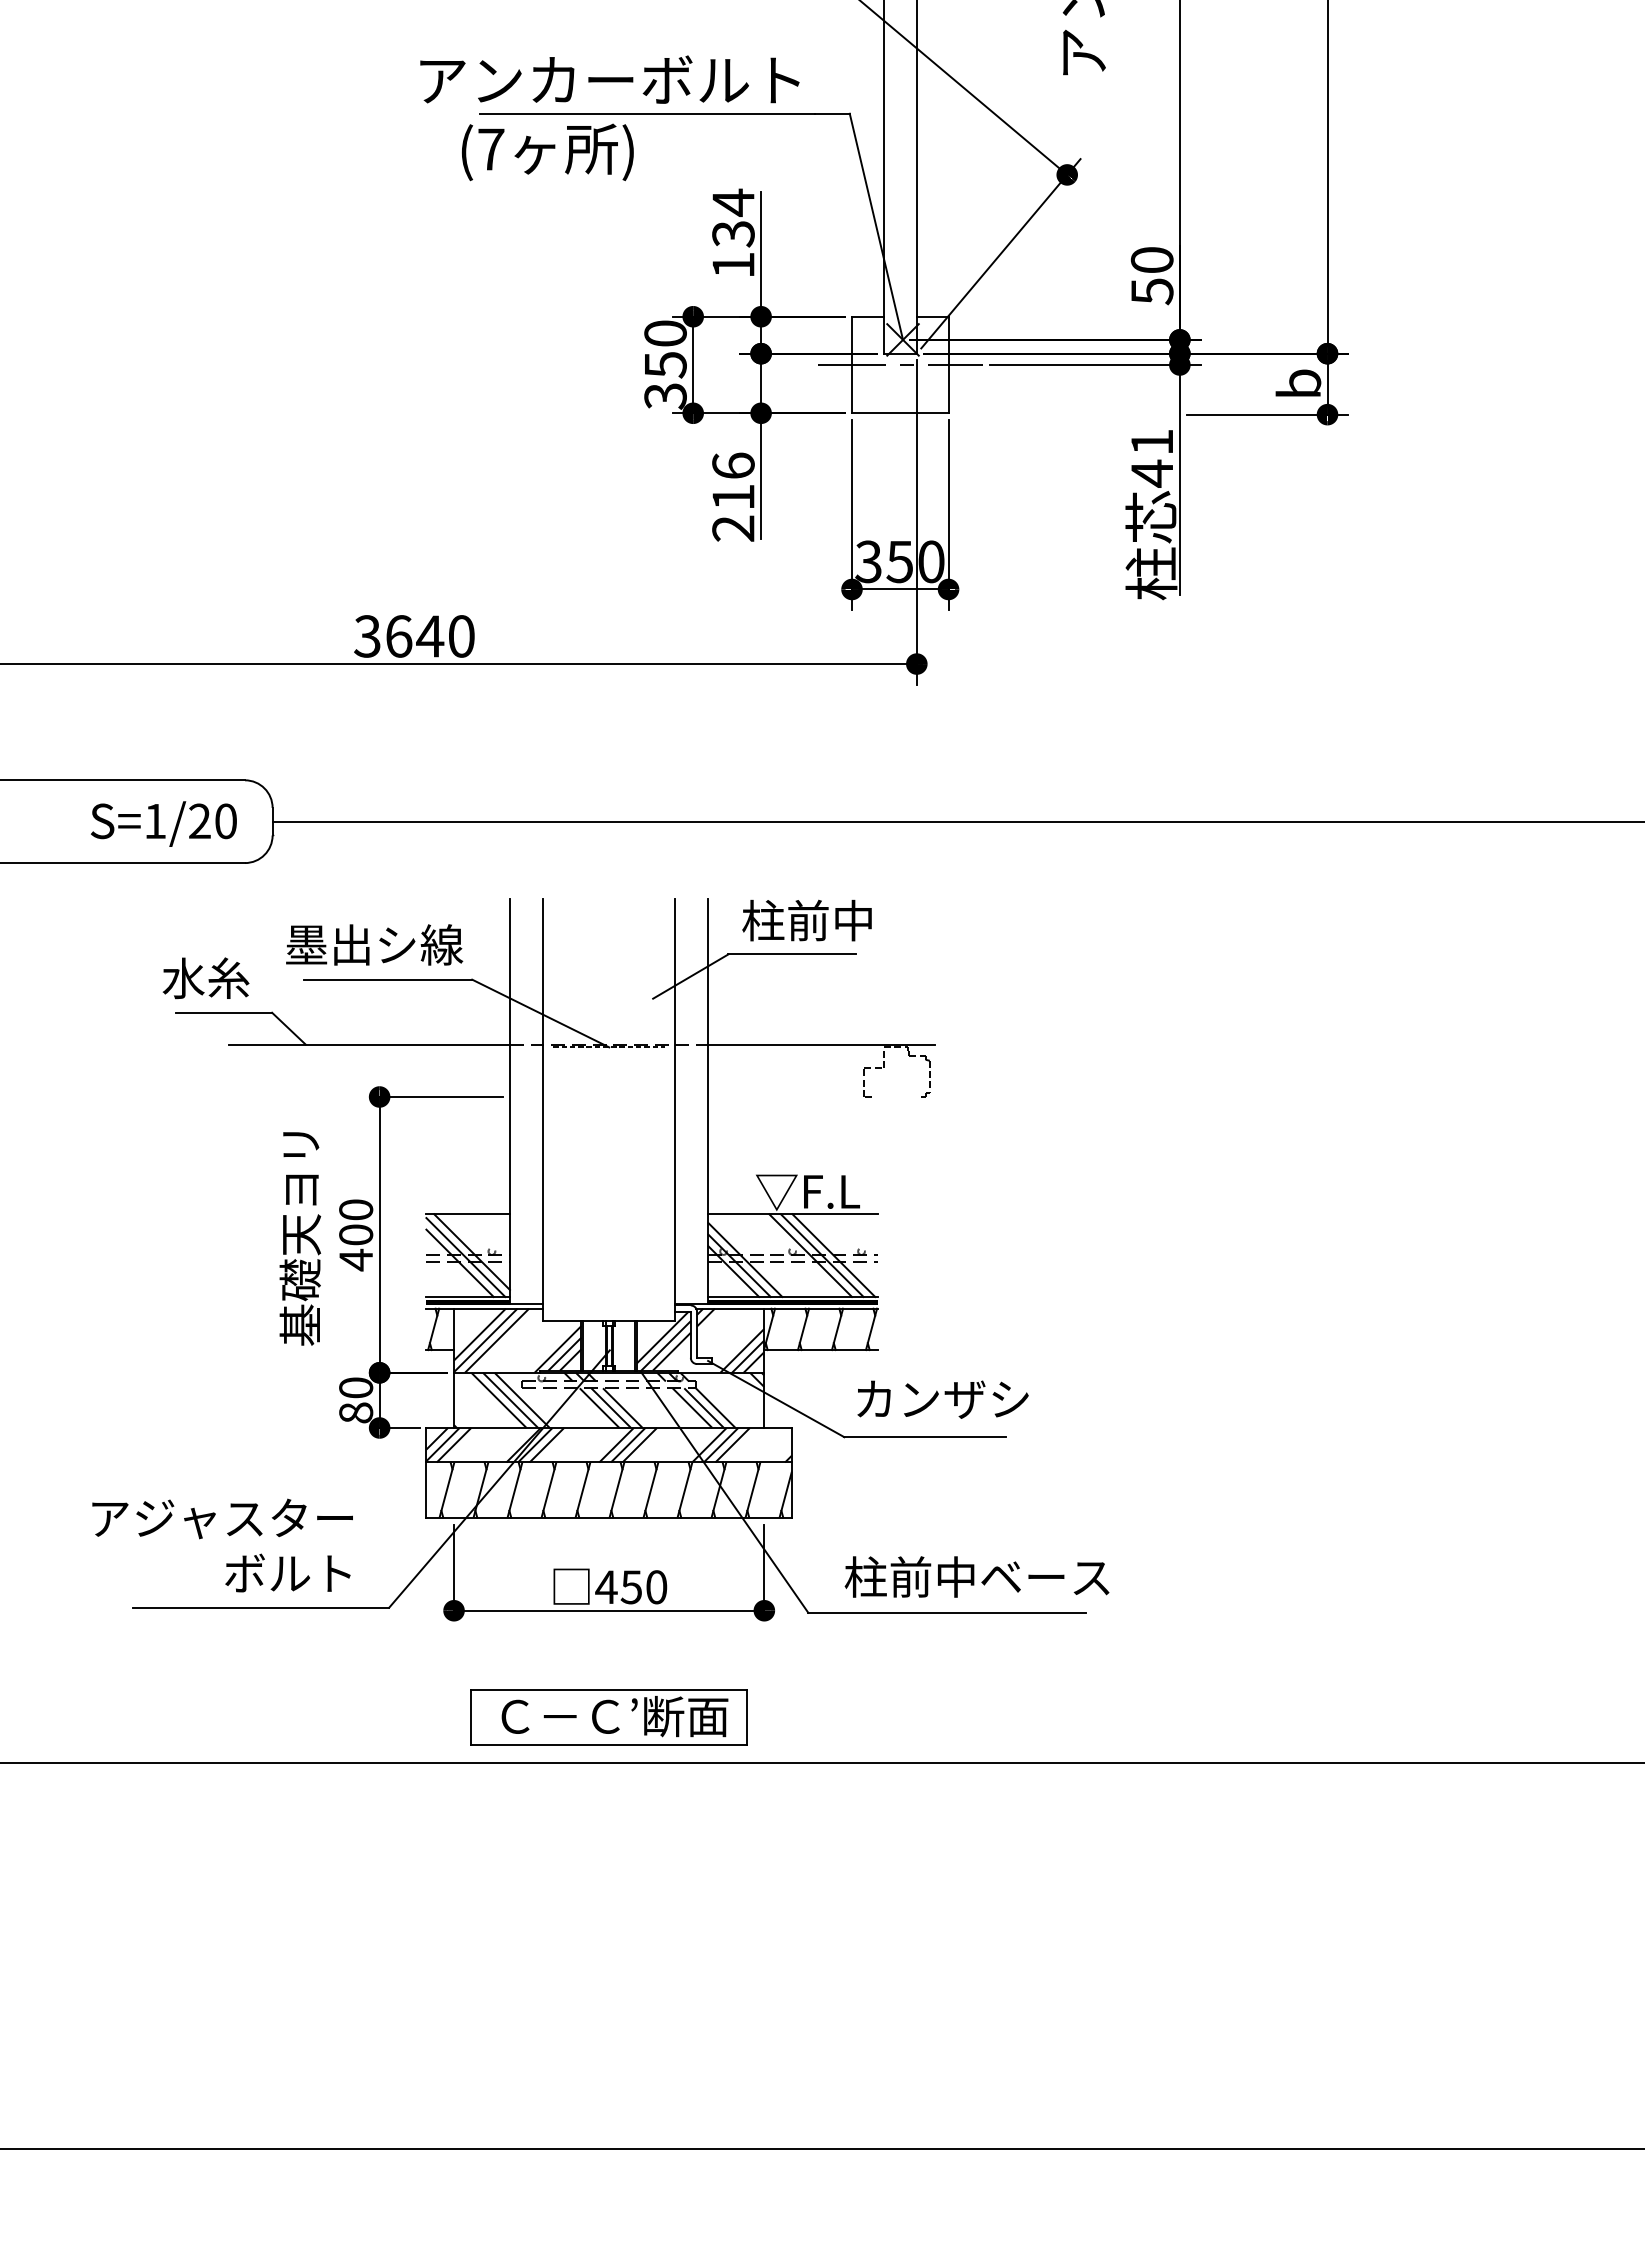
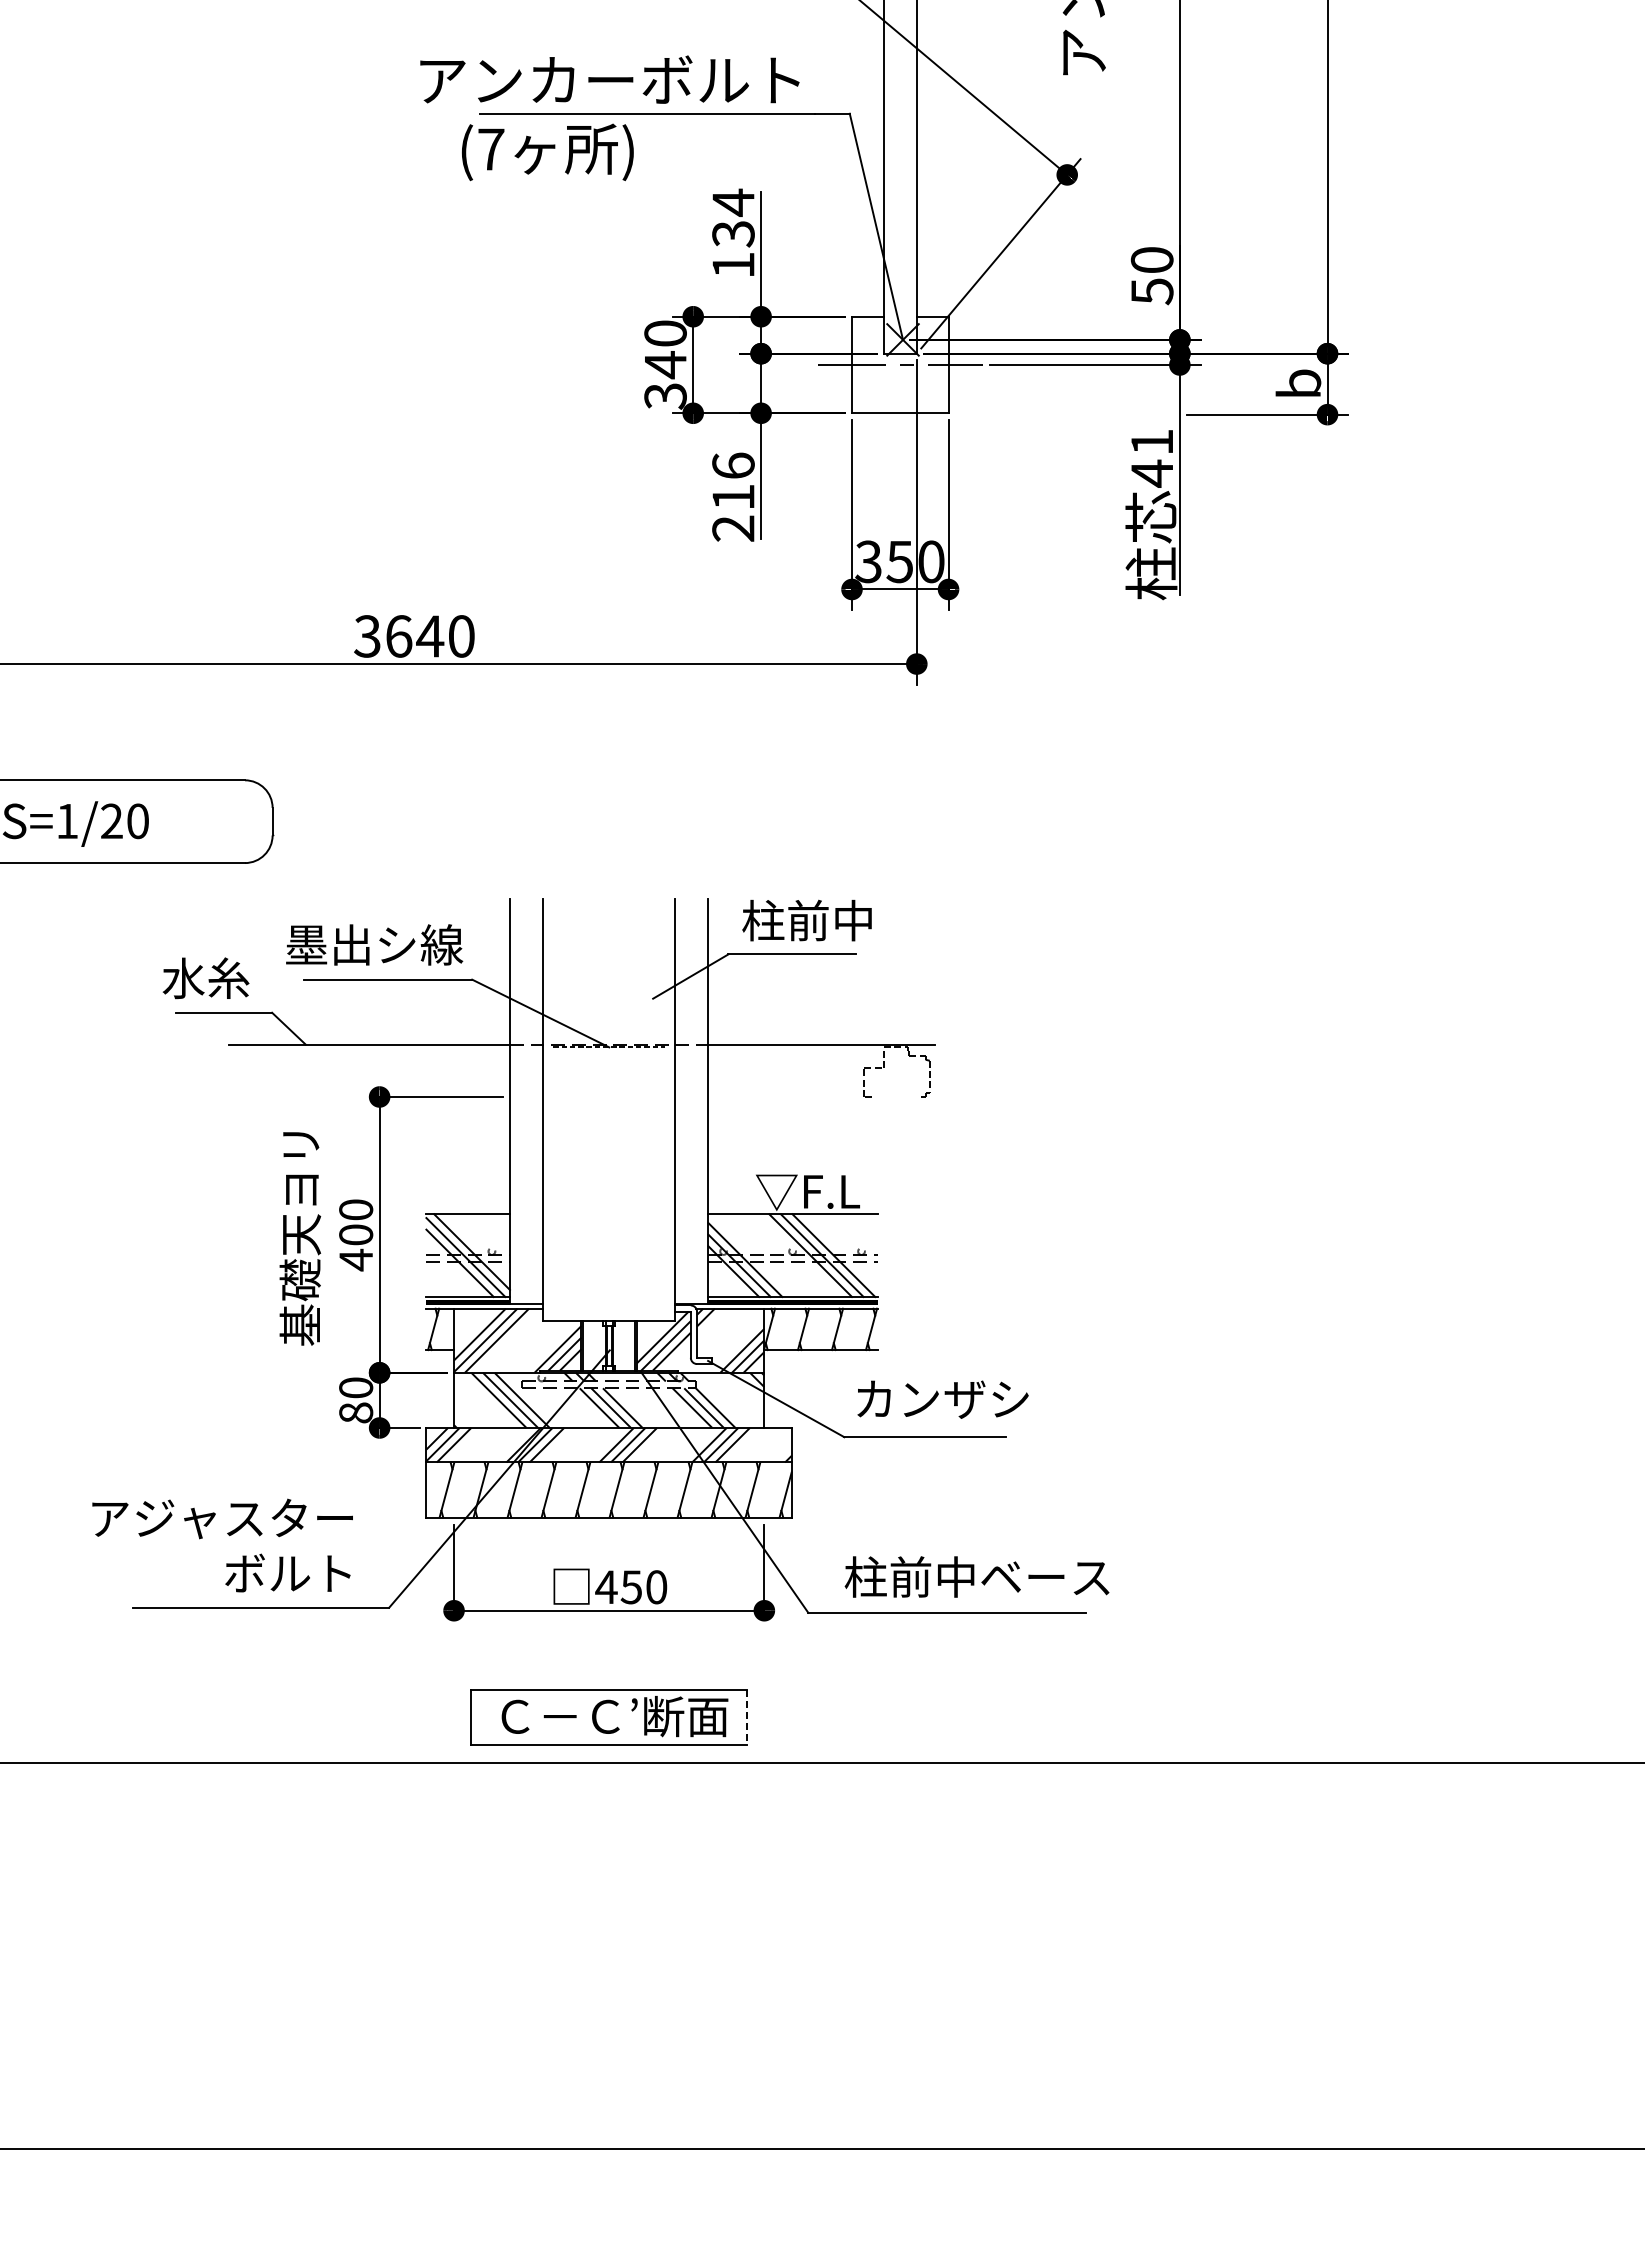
text at (665, 365): 350 -> 340
line at (956, 821): present -> none
text at (163, 823) position: (163, 823) -> (75, 823)
line at (747, 1717): solid -> dashed
